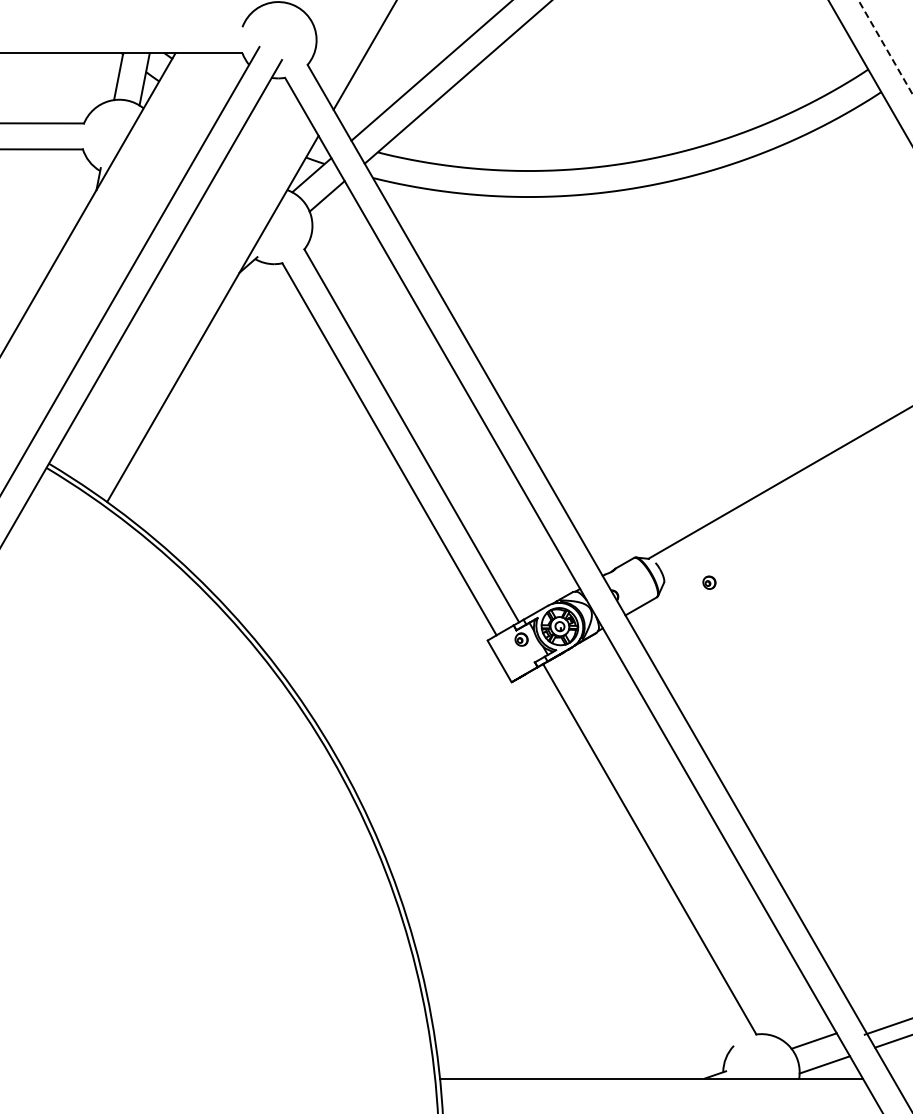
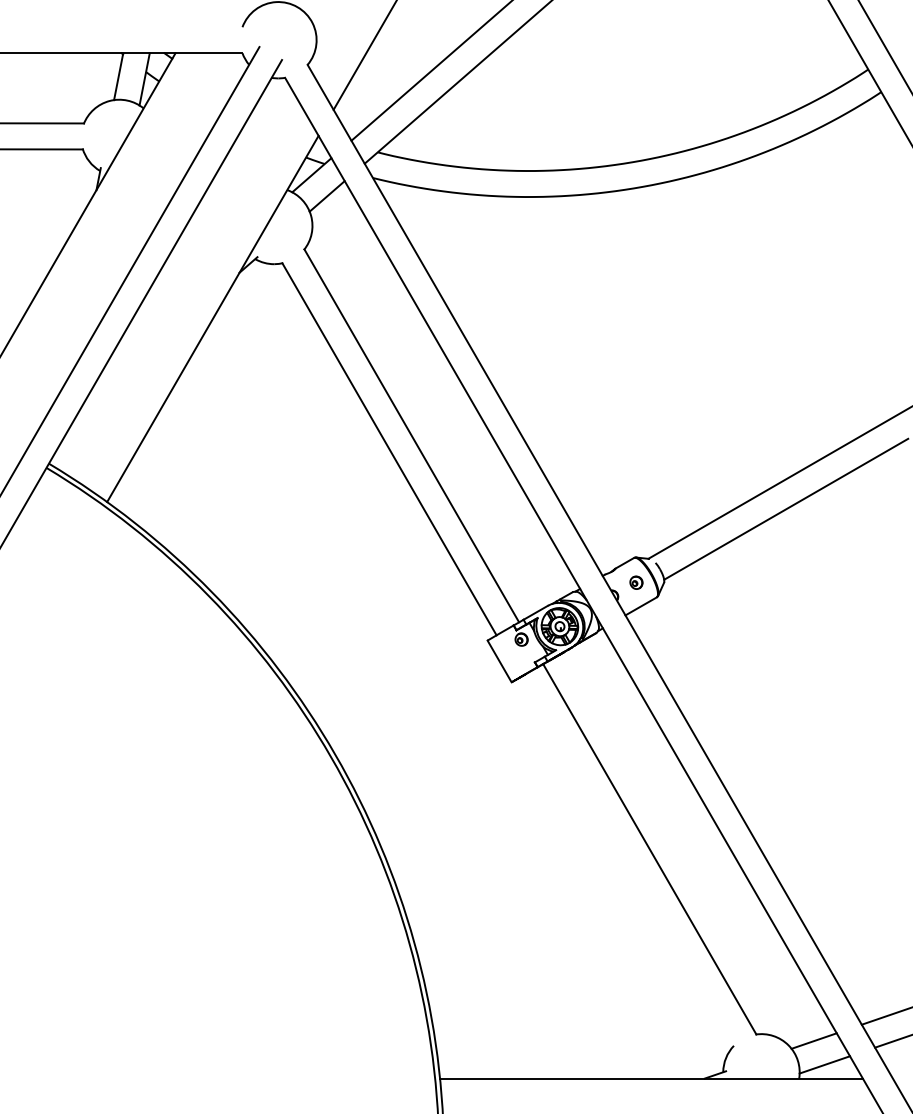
line at (885, 47): dashed -> solid
line at (786, 508): none -> present
part at (709, 582) position: (709, 582) -> (636, 582)
line at (886, 1026) position: (886, 1026) -> (885, 1016)
